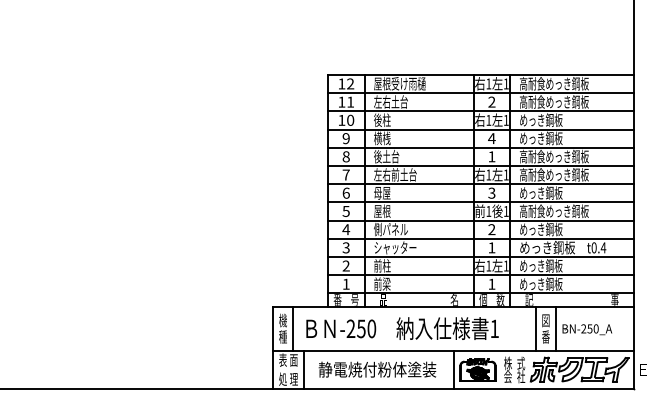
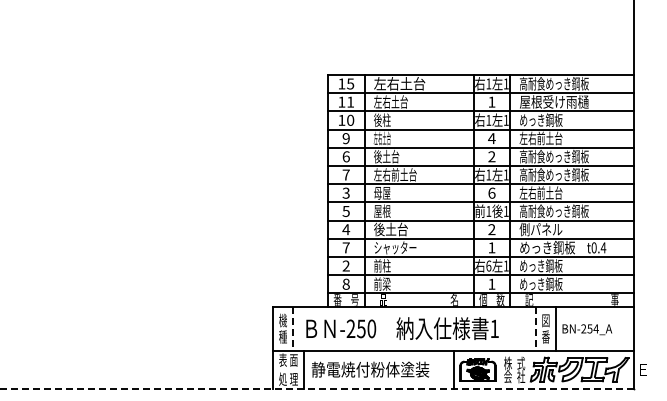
text at (350, 83): 12 -> 15
text at (399, 83): 屋根受け雨樋 -> 左右土台
text at (491, 101): 2 -> 1
text at (554, 101): 高耐食めっき鋼板 -> 屋根受け雨樋
text at (381, 138): 横桟 -> 左右土台
text at (540, 138): めっき鋼板 -> 左右前土台
text at (345, 156): 8 -> 6
text at (491, 156): 1 -> 2
text at (345, 192): 6 -> 3
text at (491, 192): 3 -> 6
text at (540, 192): めっき鋼板 -> 左右前土台
text at (390, 229): 側パネル -> 後土台
text at (540, 229): めっき鋼板 -> 側パネル
text at (345, 247): 3 -> 7
text at (488, 265): 1 -> 6
text at (345, 283): 1 -> 8
line at (292, 328): solid -> dashed
line at (536, 328): solid -> dashed
text at (595, 328): BN-250_A -> BN-254_A
text at (377, 369) position: (377, 369) -> (370, 369)
line at (317, 389): solid -> dashed
